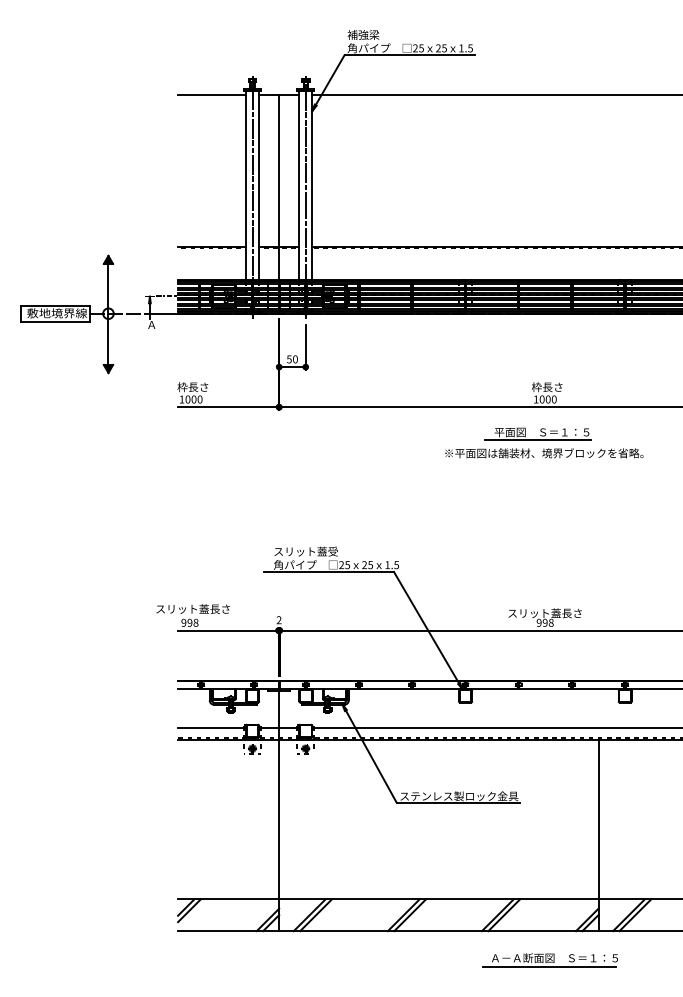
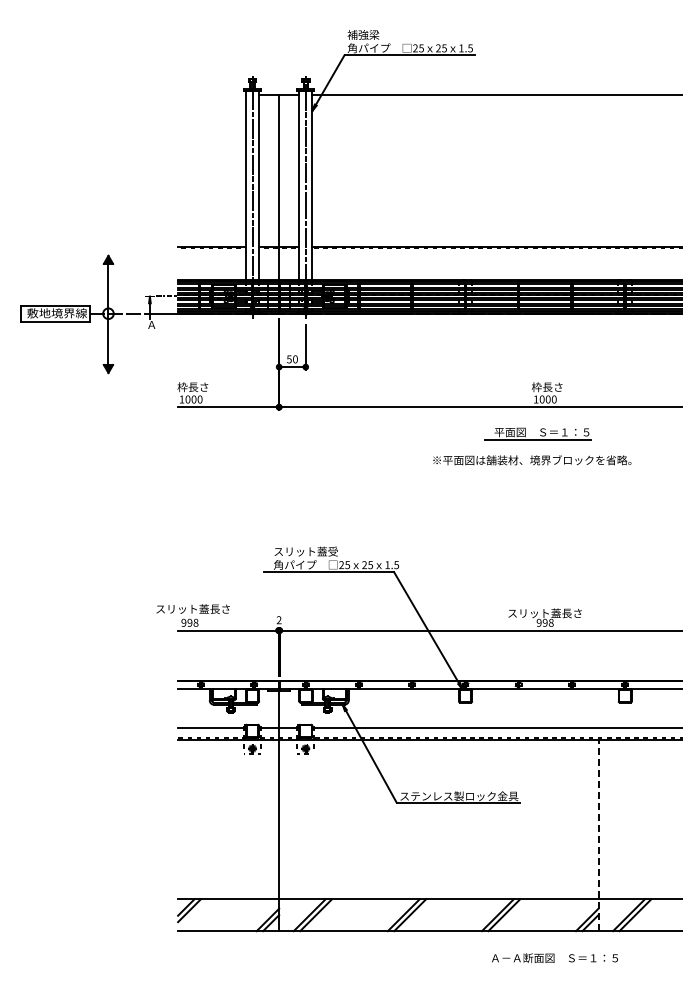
line at (211, 95): present -> none
text at (544, 453) position: (544, 453) -> (532, 460)
line at (598, 835): solid -> dashed
line at (549, 967): present -> none
